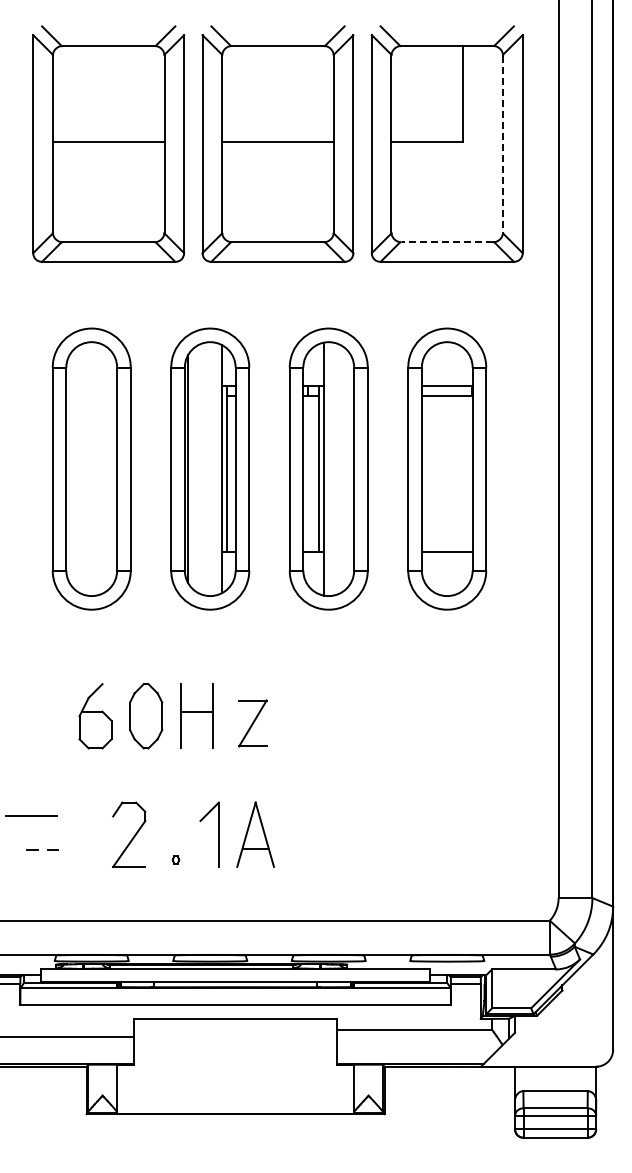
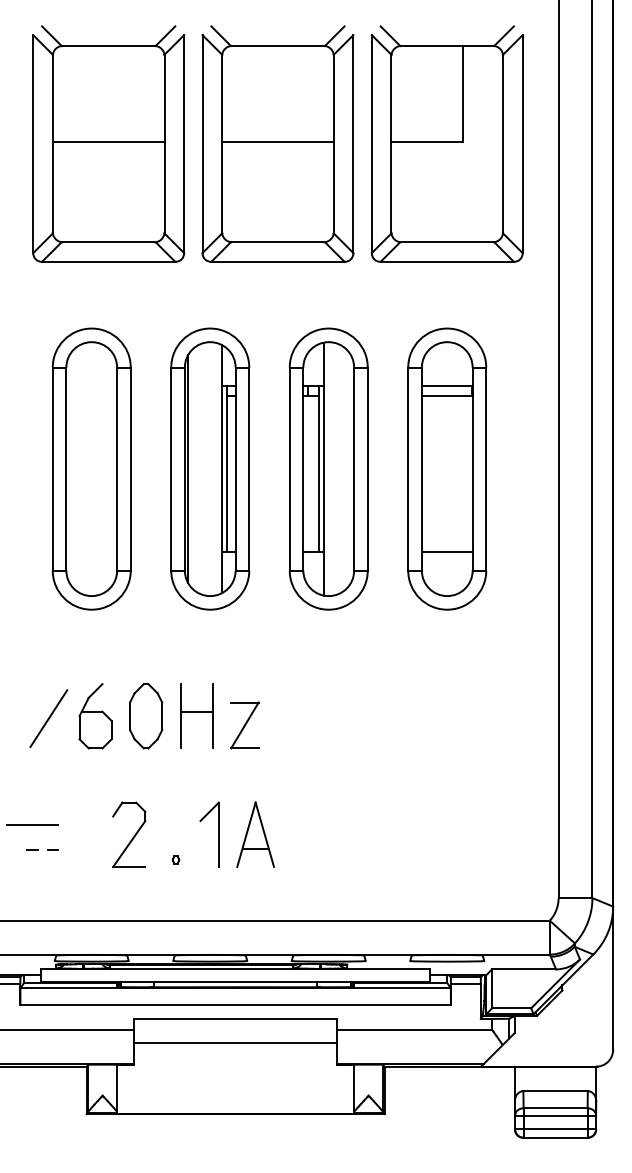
line at (503, 144): dashed -> solid
line at (447, 242): dashed -> solid
line at (48, 718): none -> present
part at (252, 723) position: (252, 723) -> (244, 725)
line at (31, 815) position: (31, 815) -> (32, 824)
line at (68, 1037) position: (68, 1037) -> (68, 1030)
line at (235, 1043): none -> present
